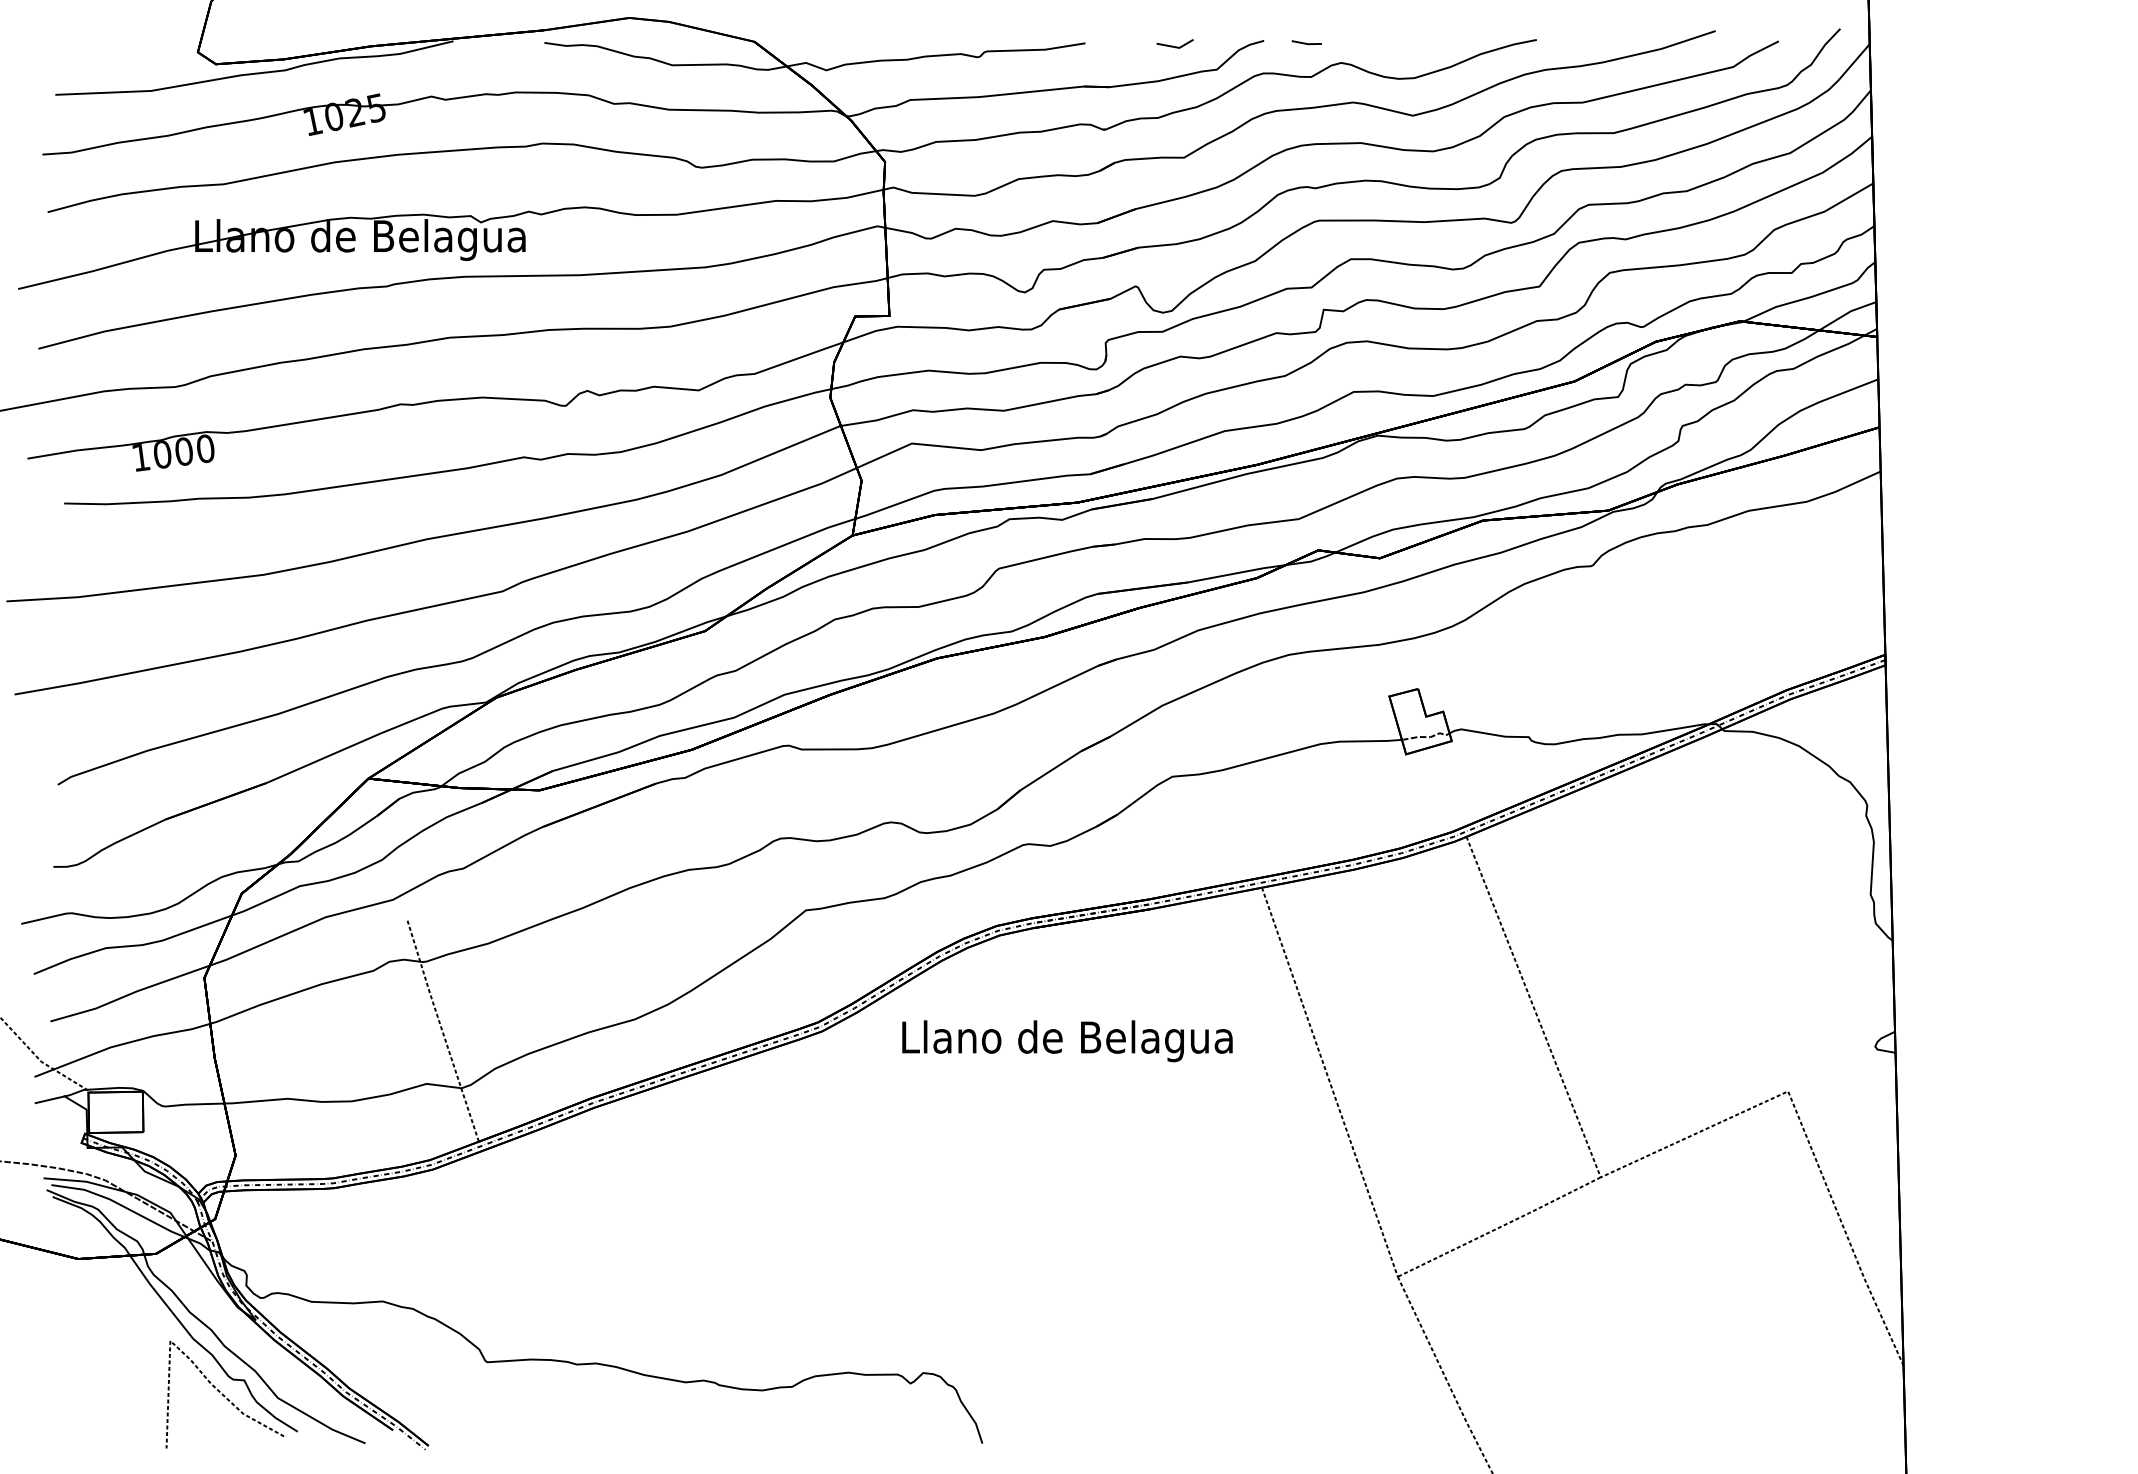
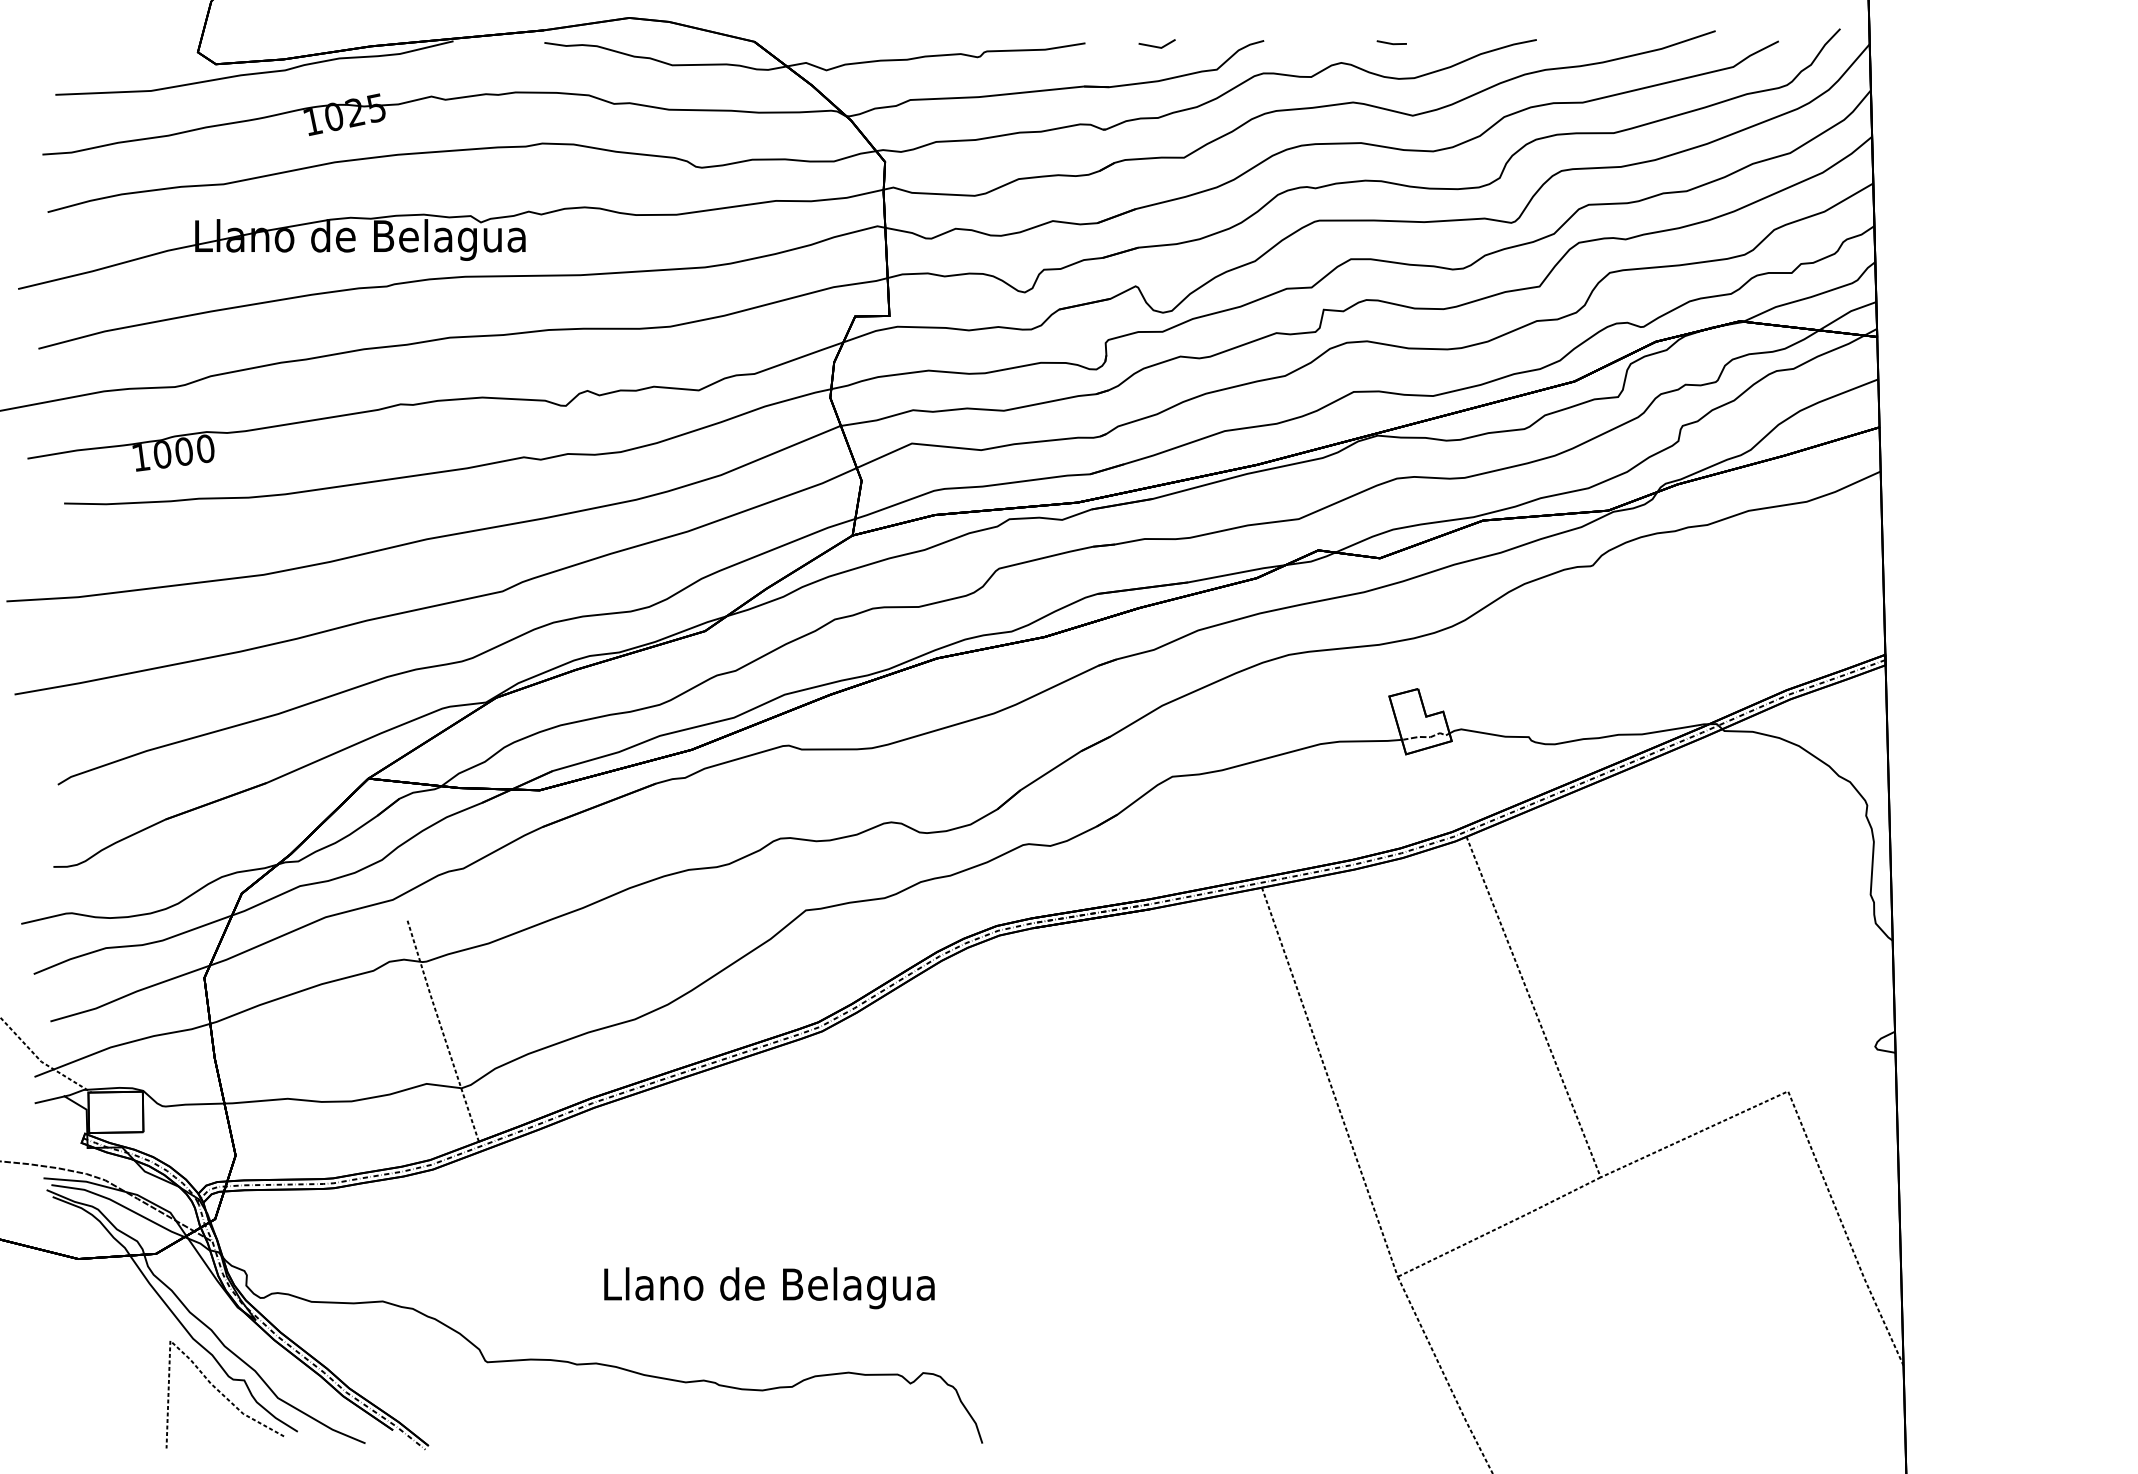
line at (1305, 42) position: (1305, 42) -> (1390, 42)
line at (1173, 45) position: (1173, 45) -> (1155, 45)
text at (1067, 1041) position: (1067, 1041) -> (769, 1288)
